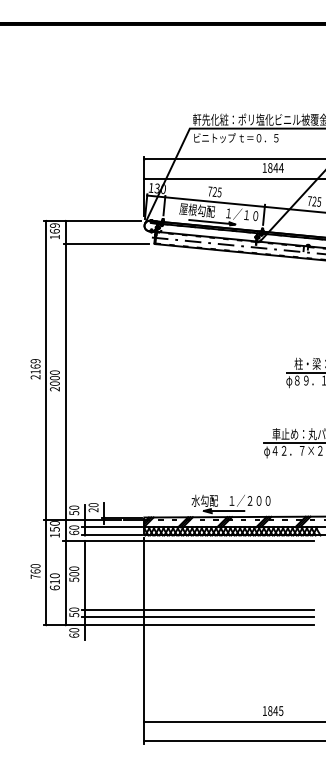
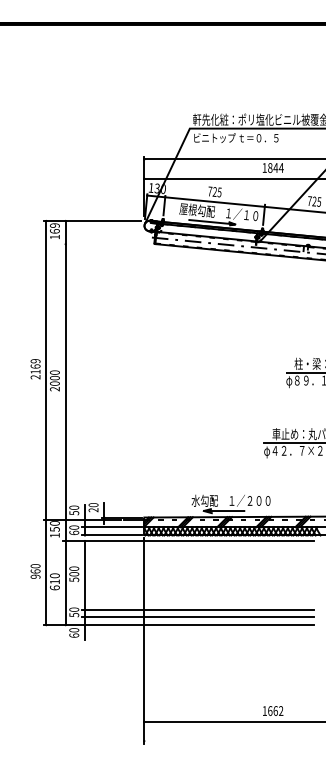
line at (106, 244): present -> none
text at (35, 576): 760 -> 960
text at (275, 710): 1845 -> 1662
line at (233, 741): present -> none
